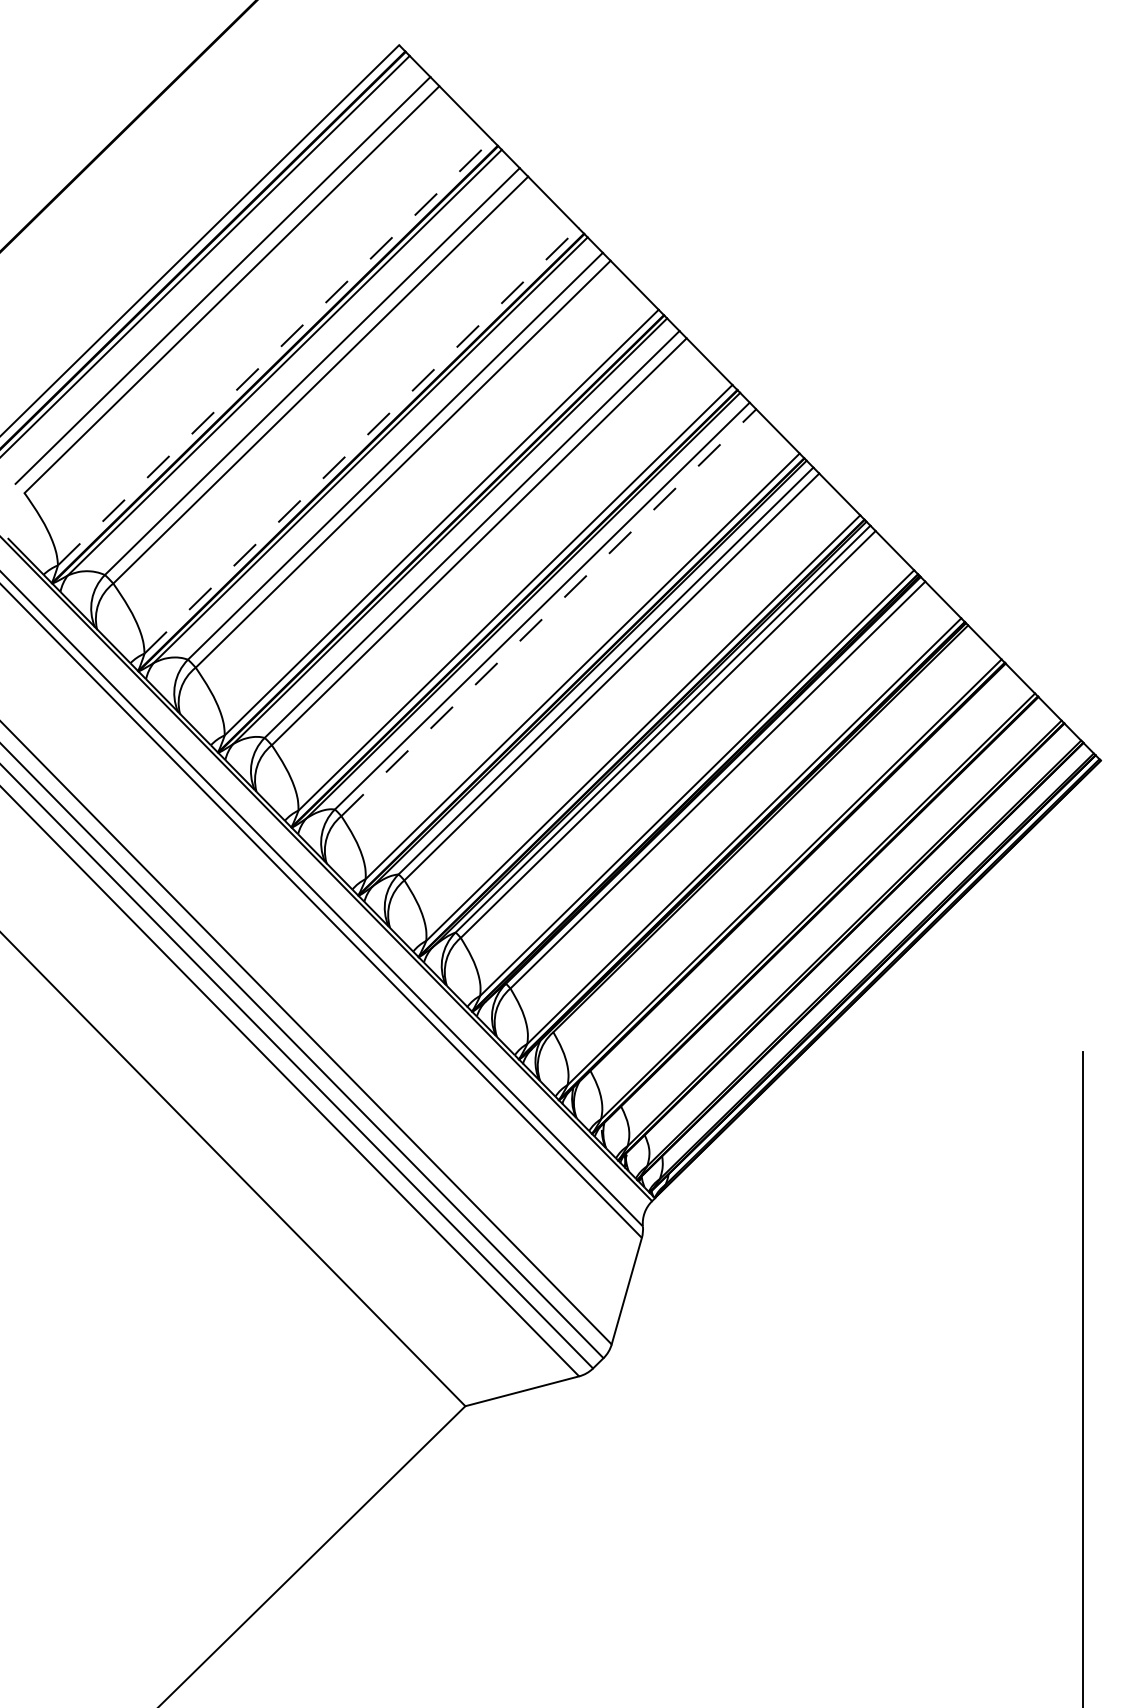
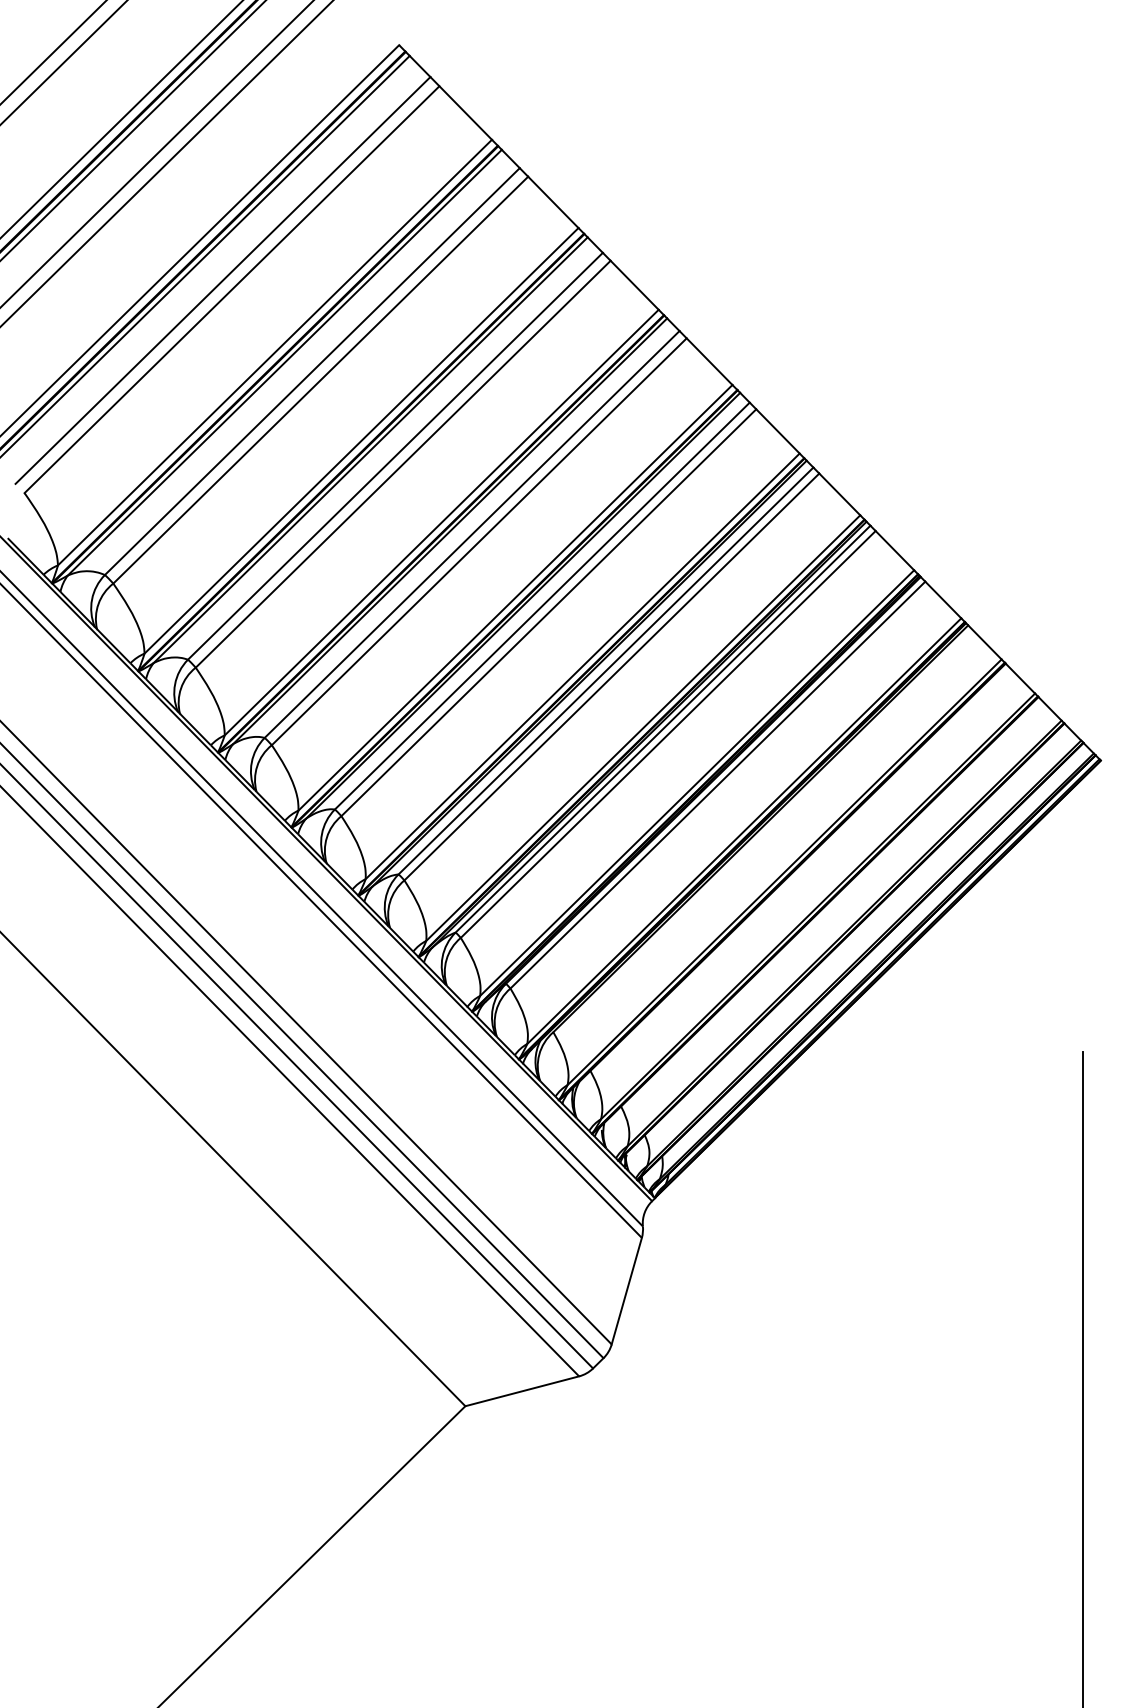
line at (53, 52): none -> present
line at (63, 62): none -> present
line at (121, 119): none -> present
line at (133, 130): none -> present
line at (157, 154): none -> present
line at (166, 163): none -> present
line at (275, 352): dashed -> solid
line at (361, 440): dashed -> solid
line at (548, 612): dashed -> solid
